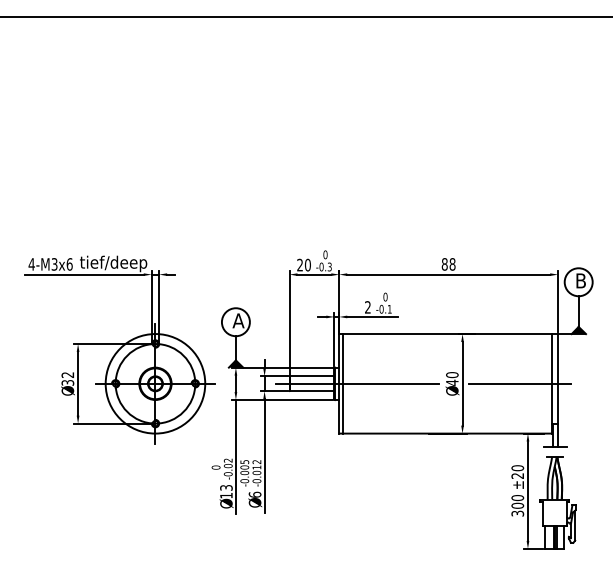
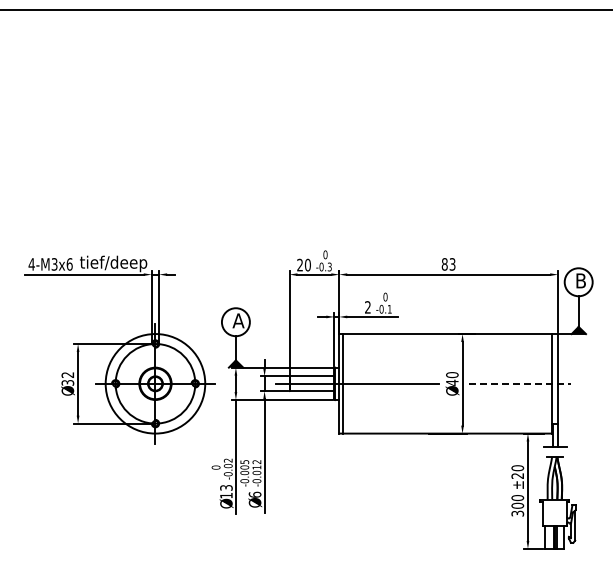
line at (305, 17) position: (305, 17) -> (305, 10)
text at (452, 264): 88 -> 83
line at (520, 383): solid -> dashed
